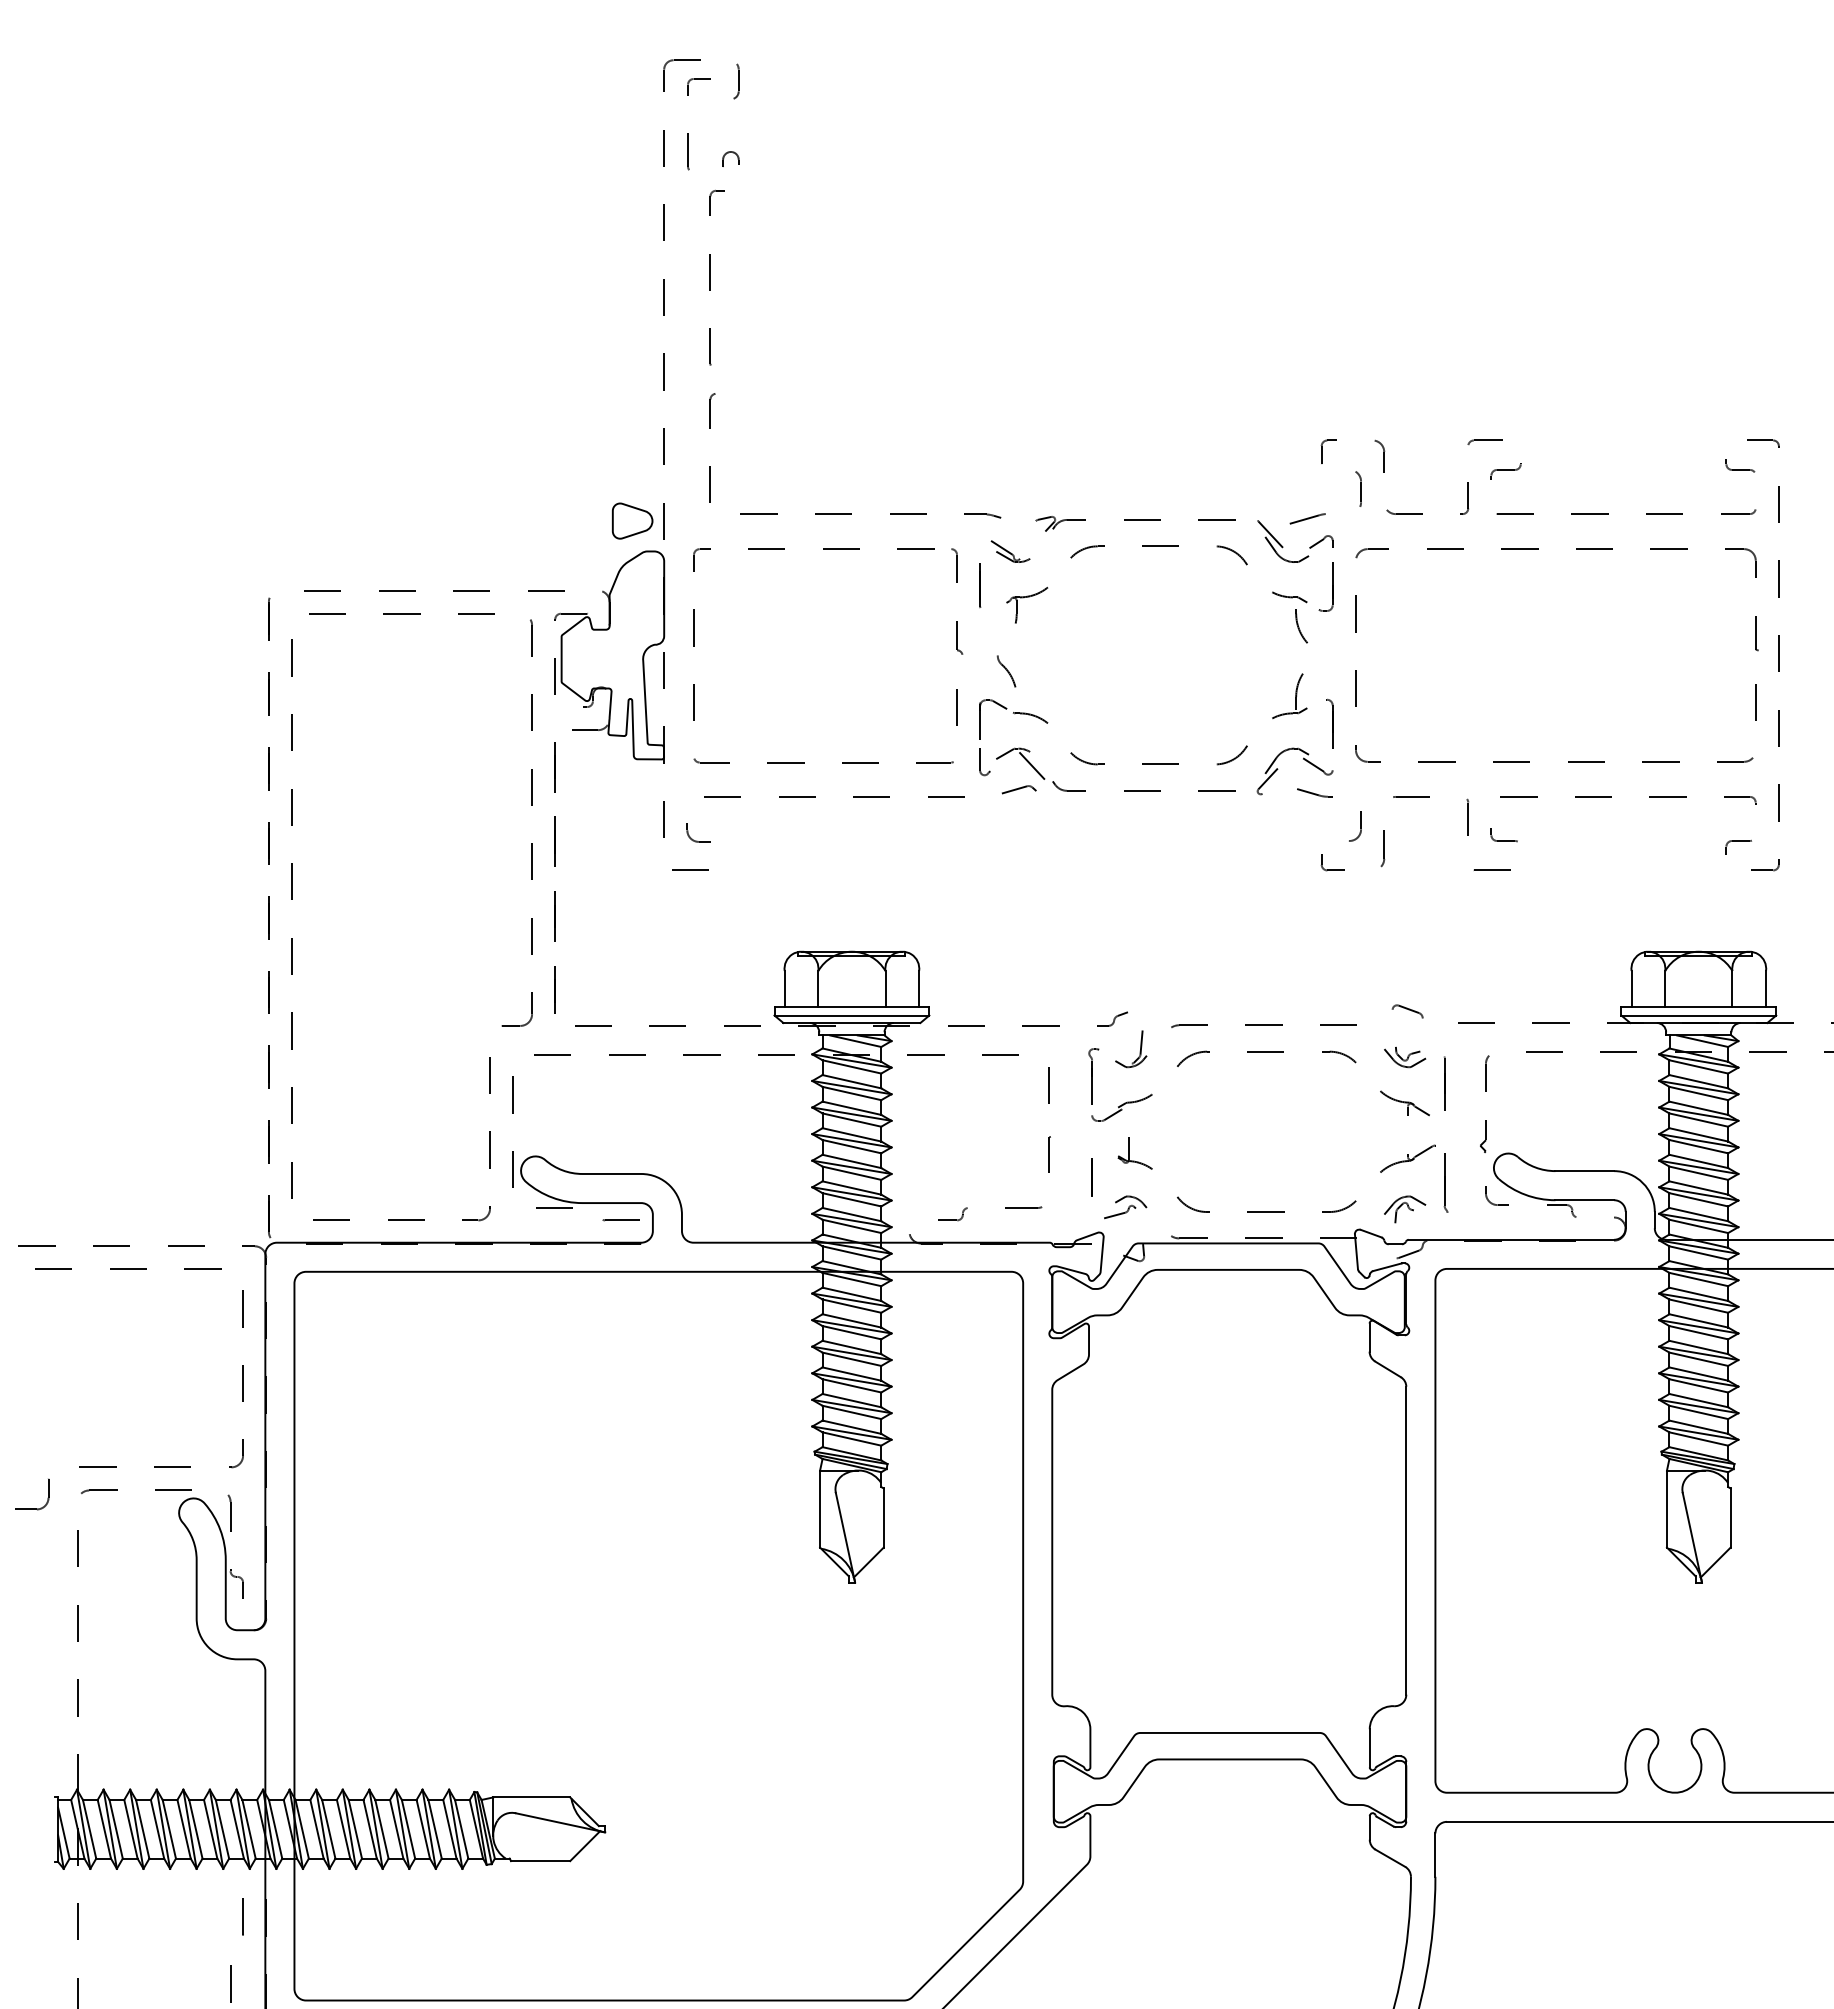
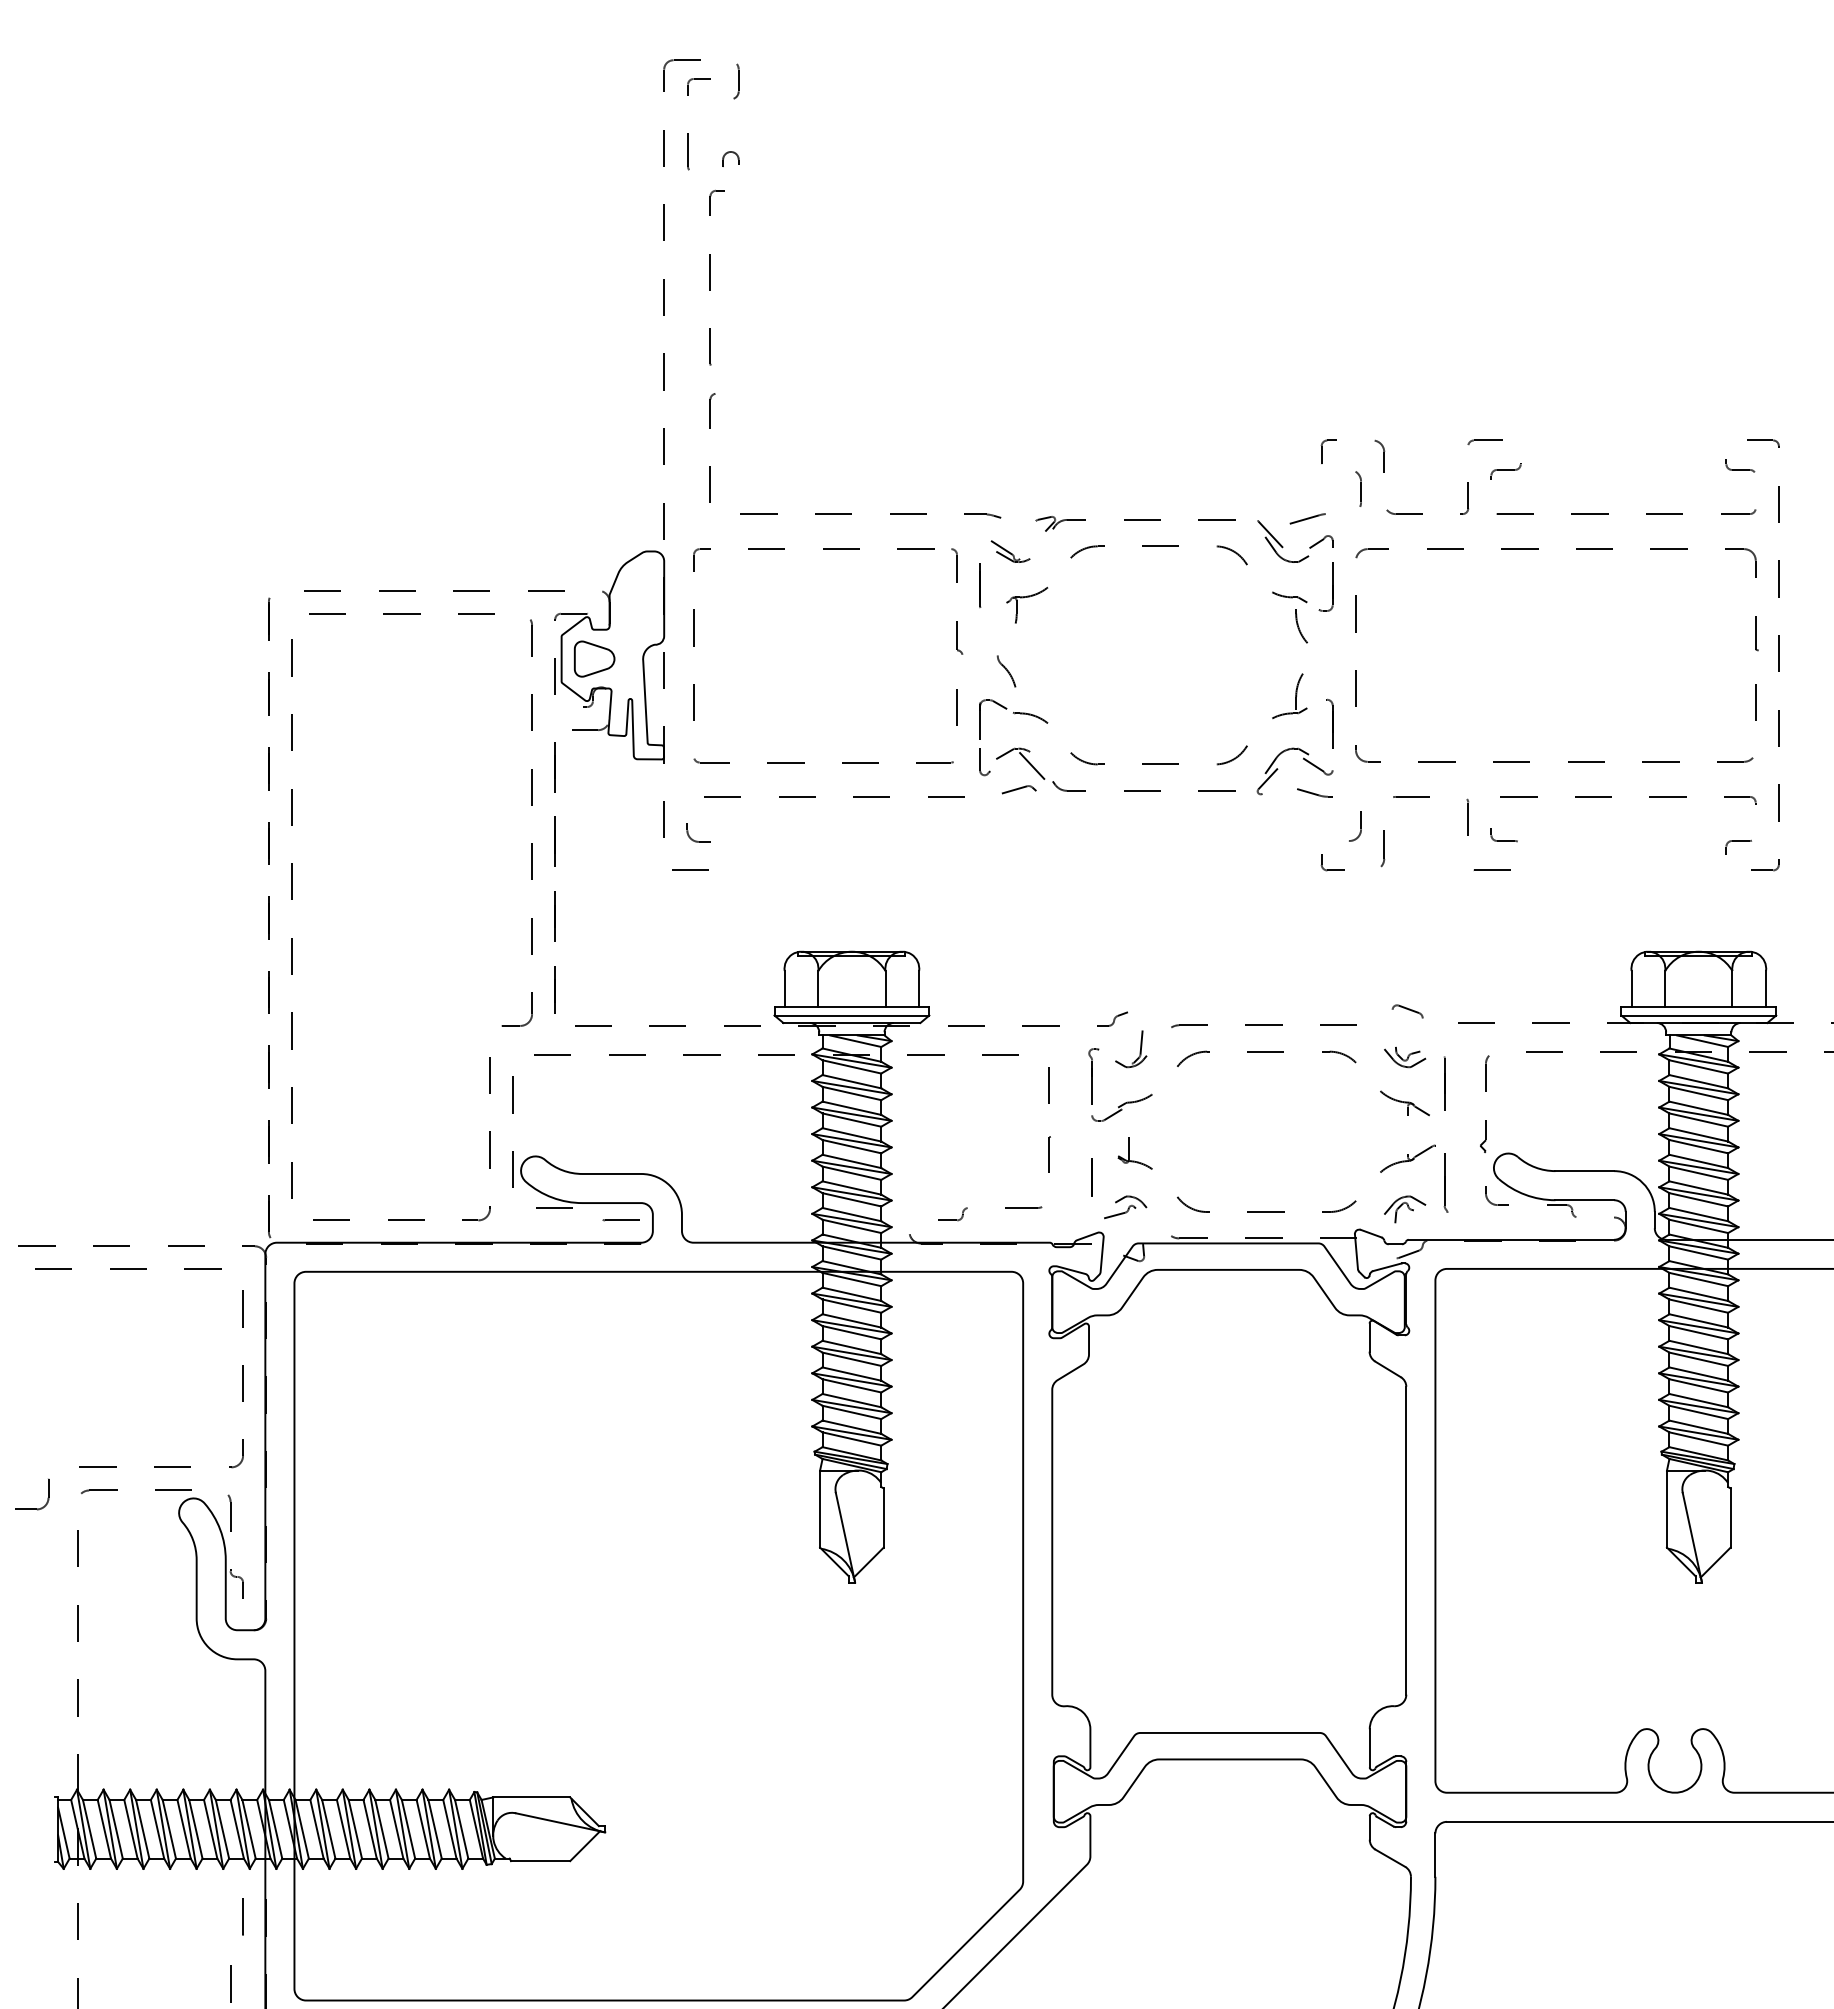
part at (632, 520) position: (632, 520) -> (594, 658)
